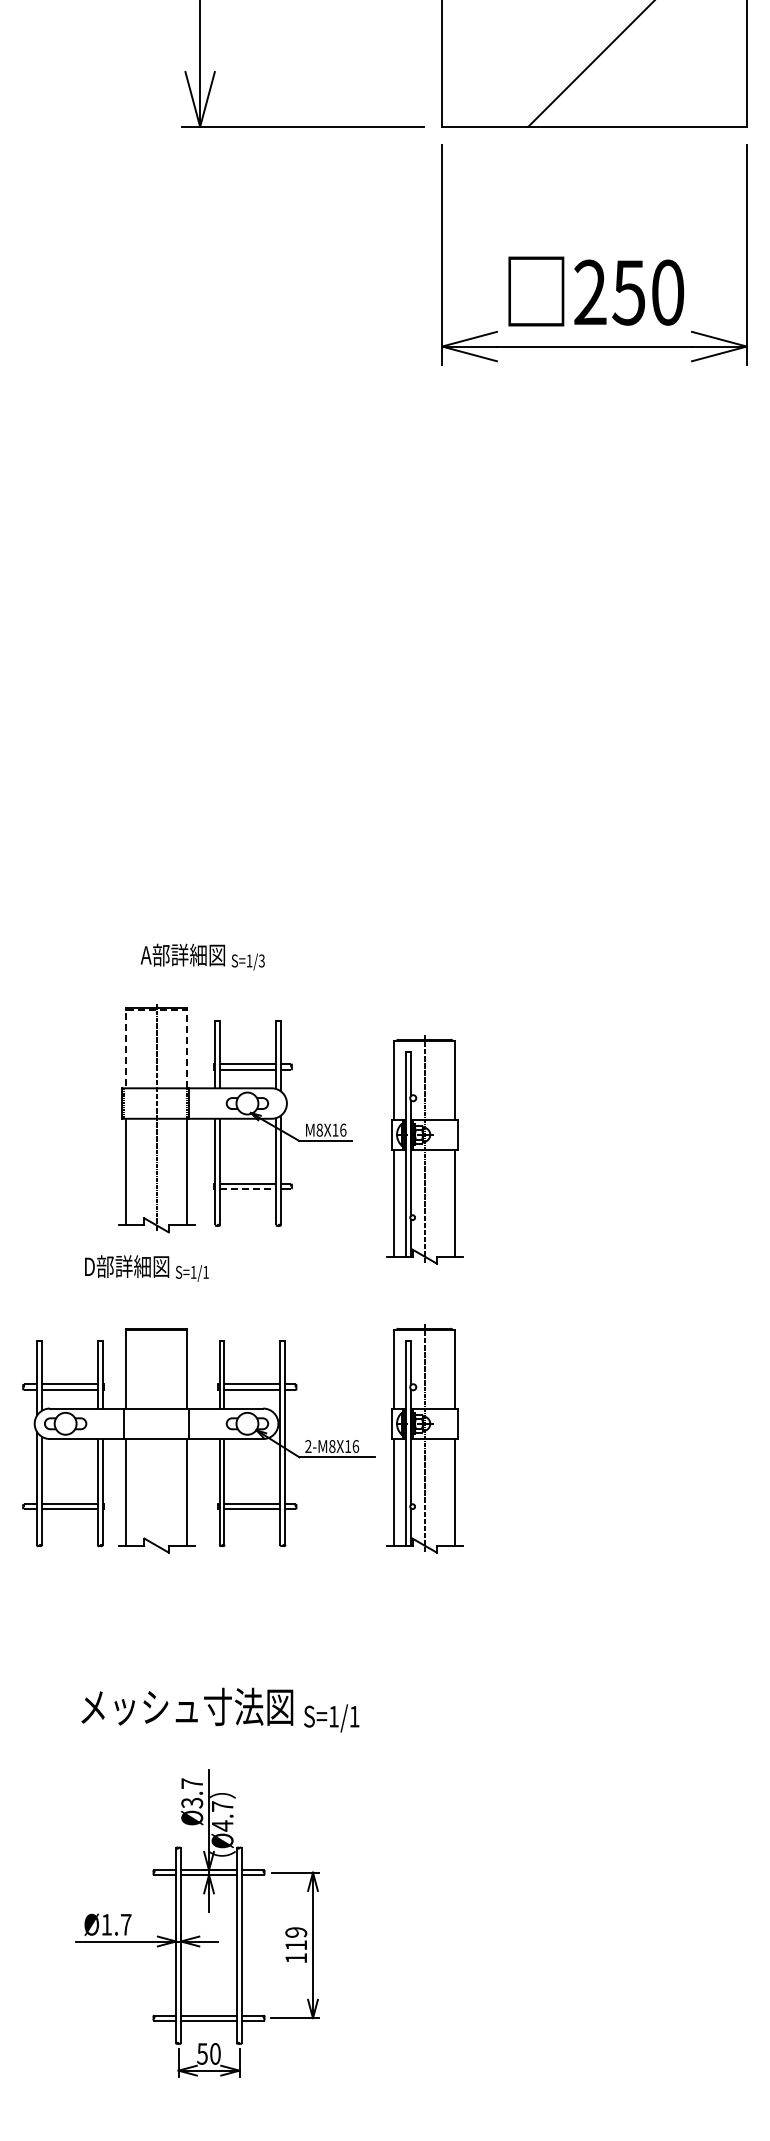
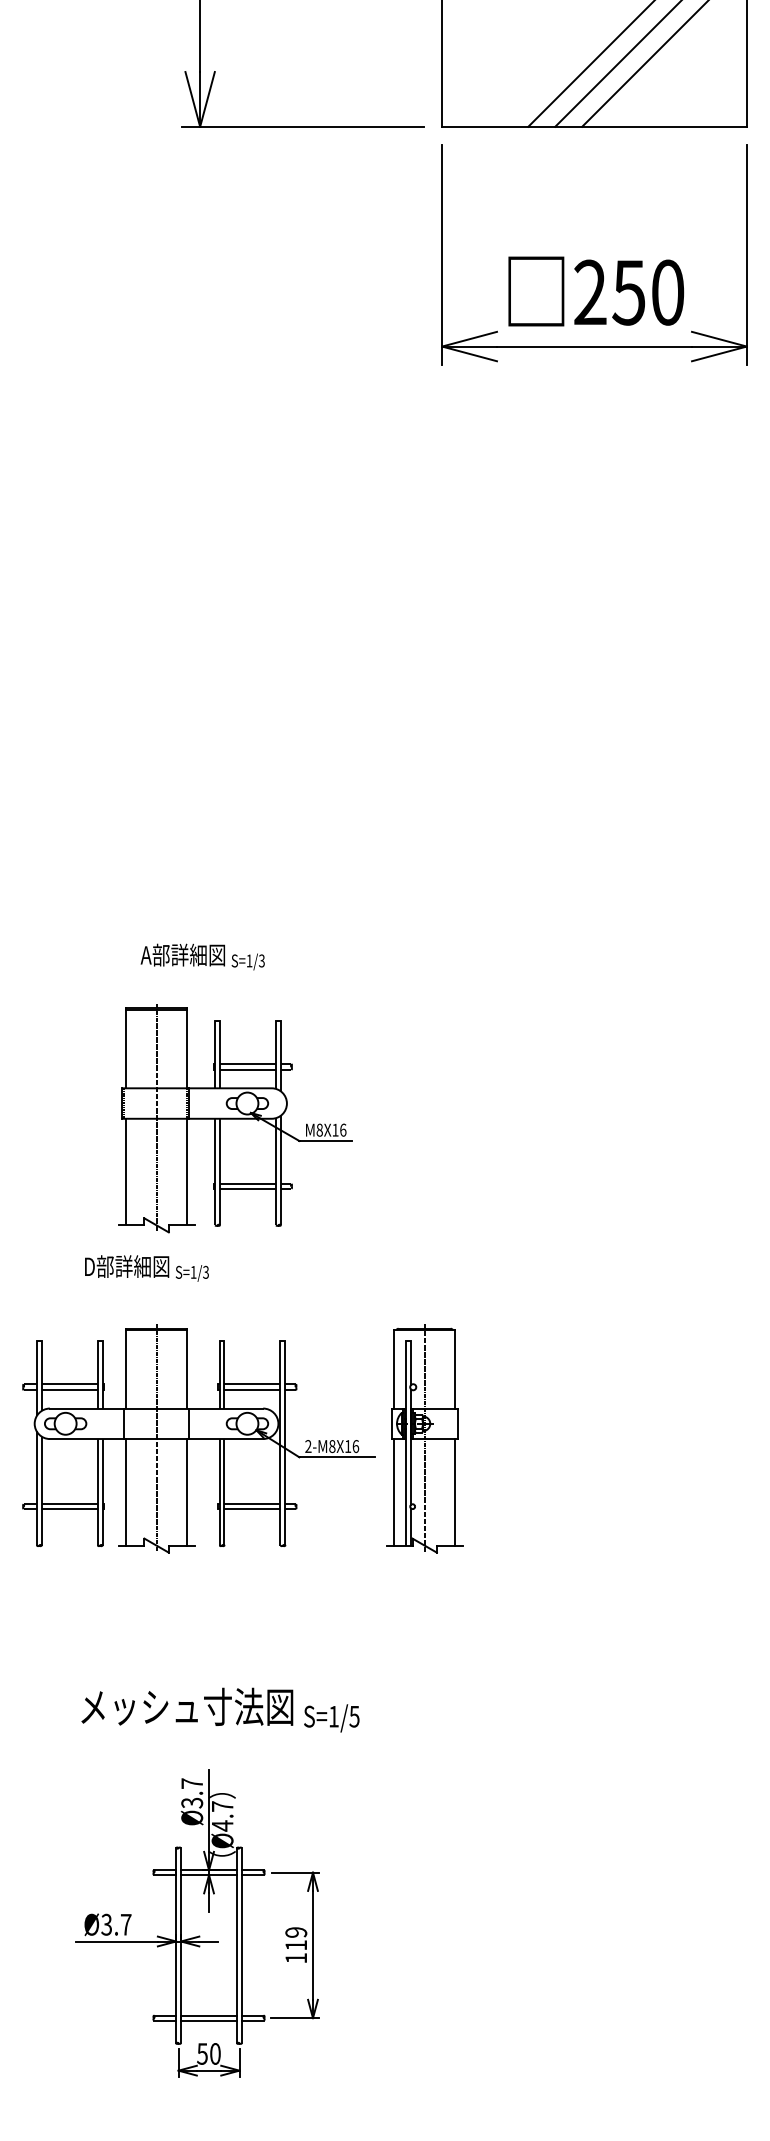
line at (617, 64): none -> present
line at (644, 64): none -> present
line at (156, 1009): dashed -> solid
part at (424, 1149): present -> none
line at (248, 1188): dashed -> solid
text at (205, 1271): S=1/1 -> S=1/3
line at (156, 1437): none -> present
text at (354, 1716): S=1/1 -> S=1/5
text at (106, 1924): Ø1.7 -> Ø3.7
